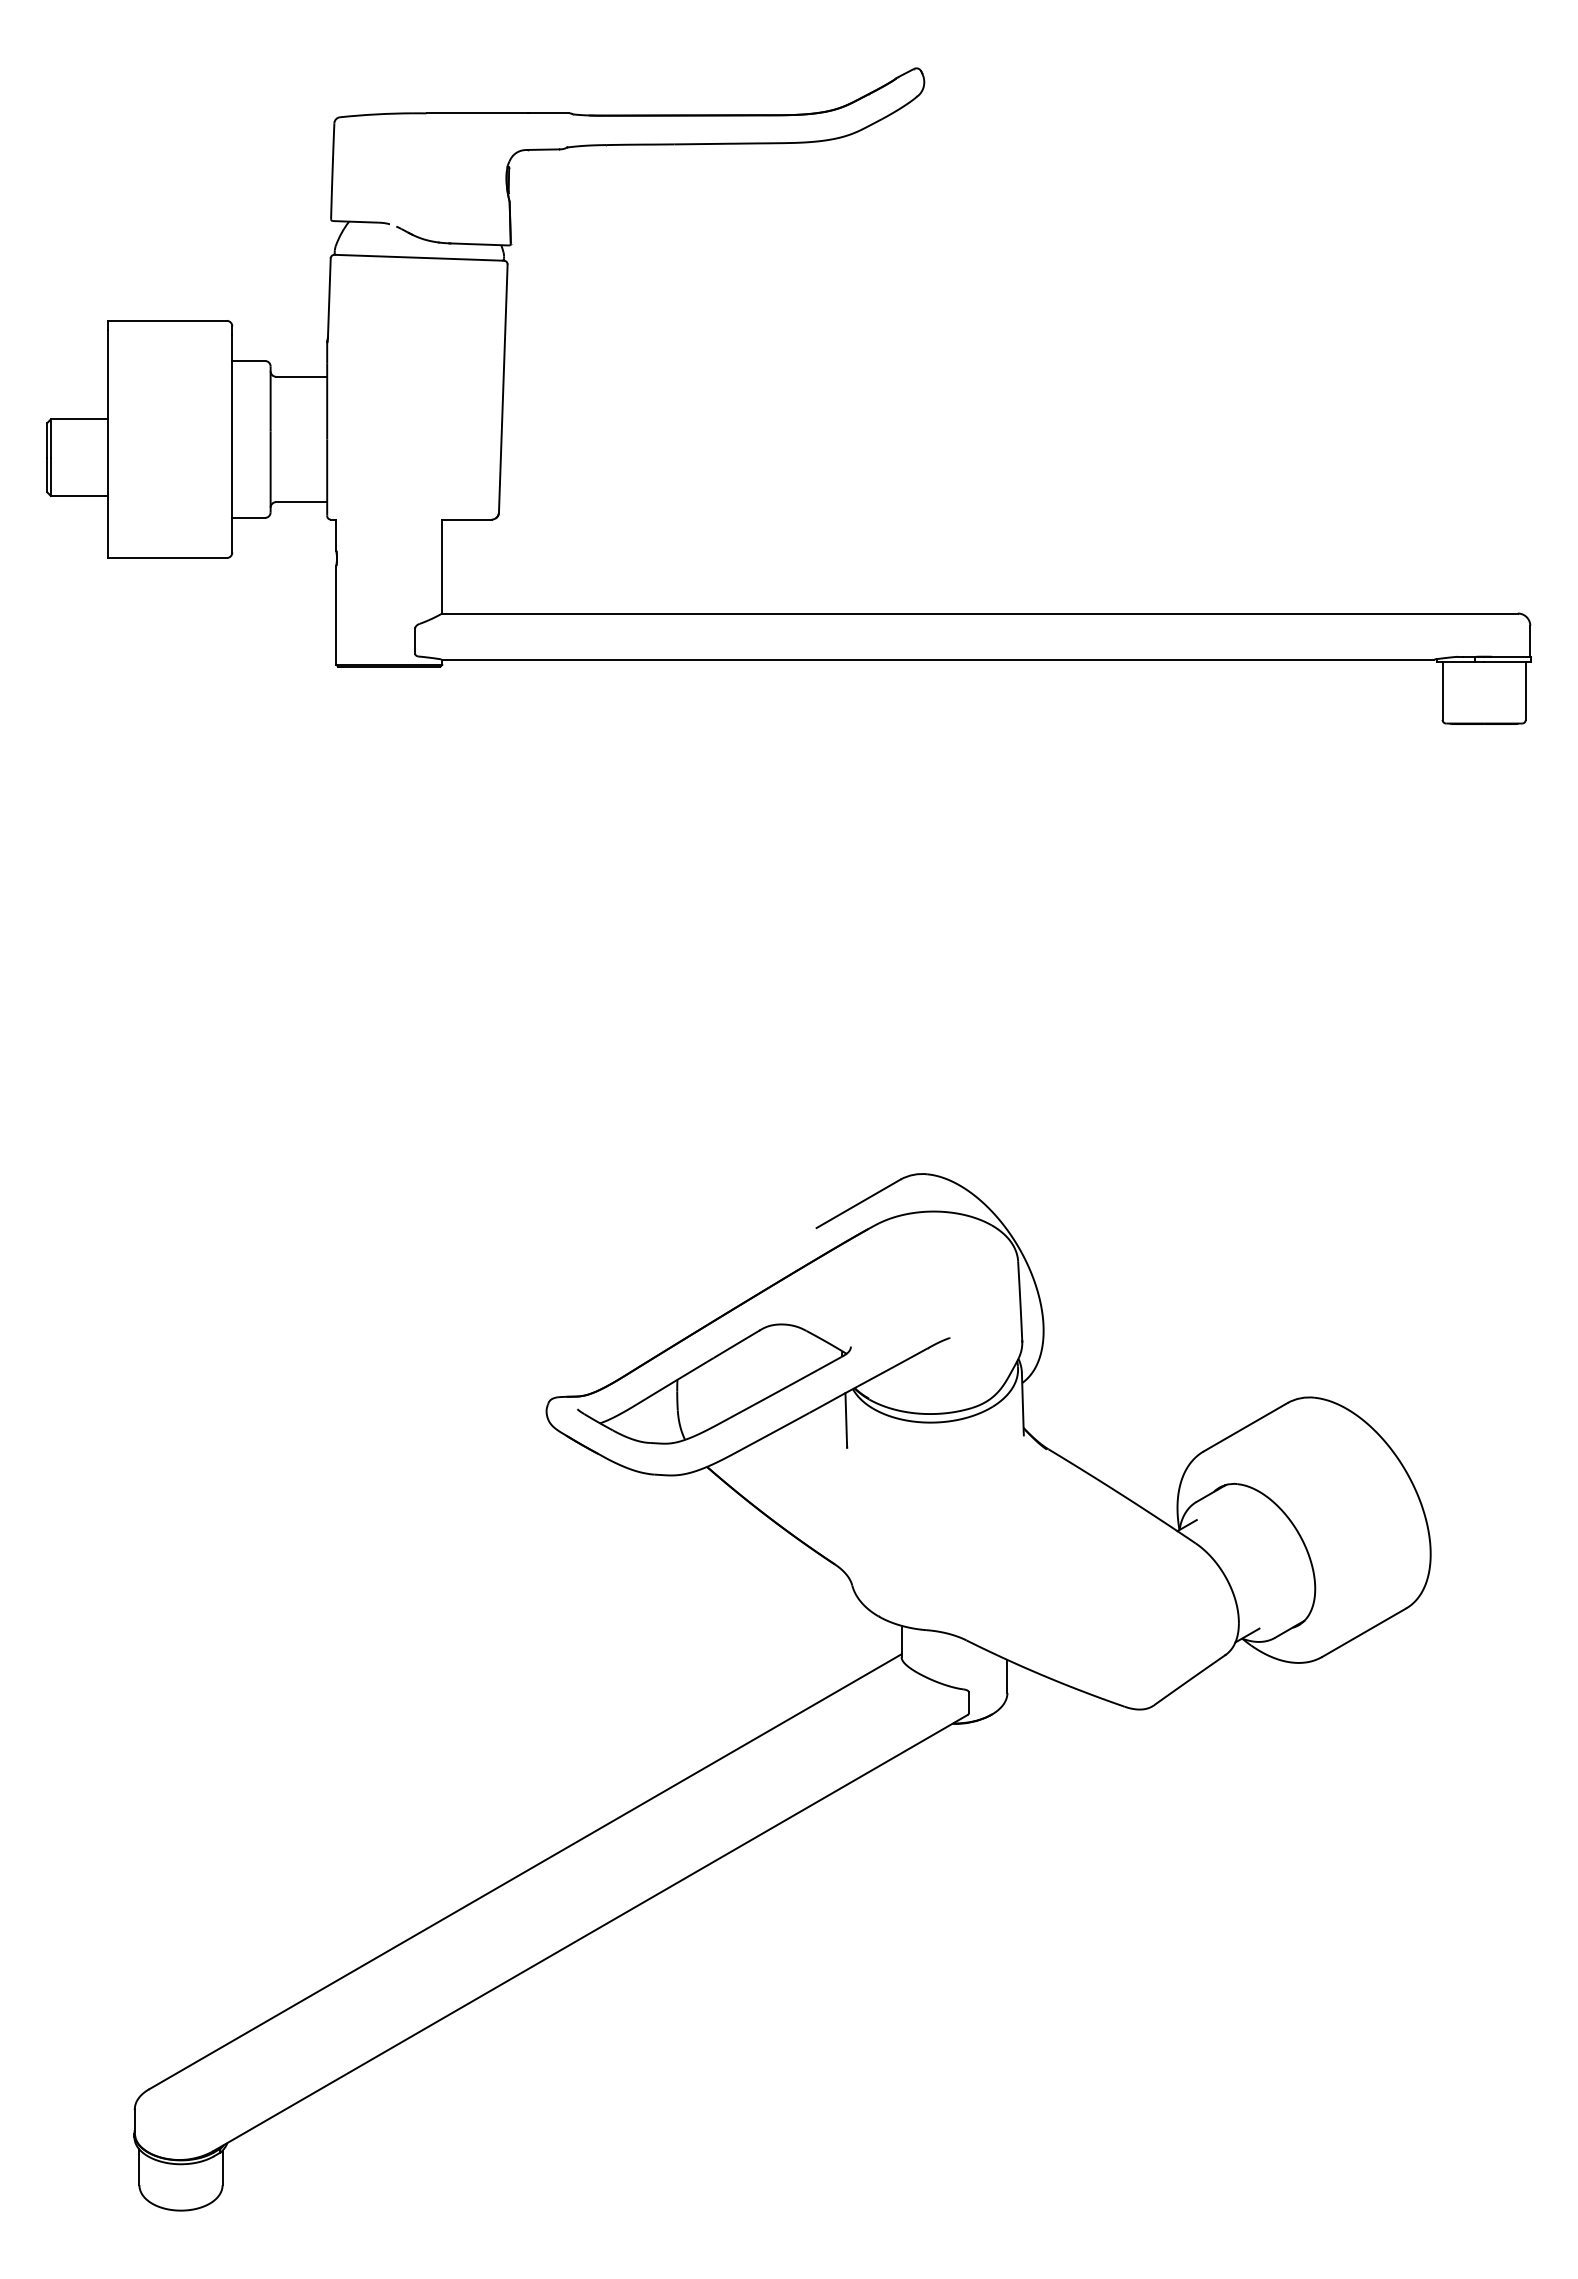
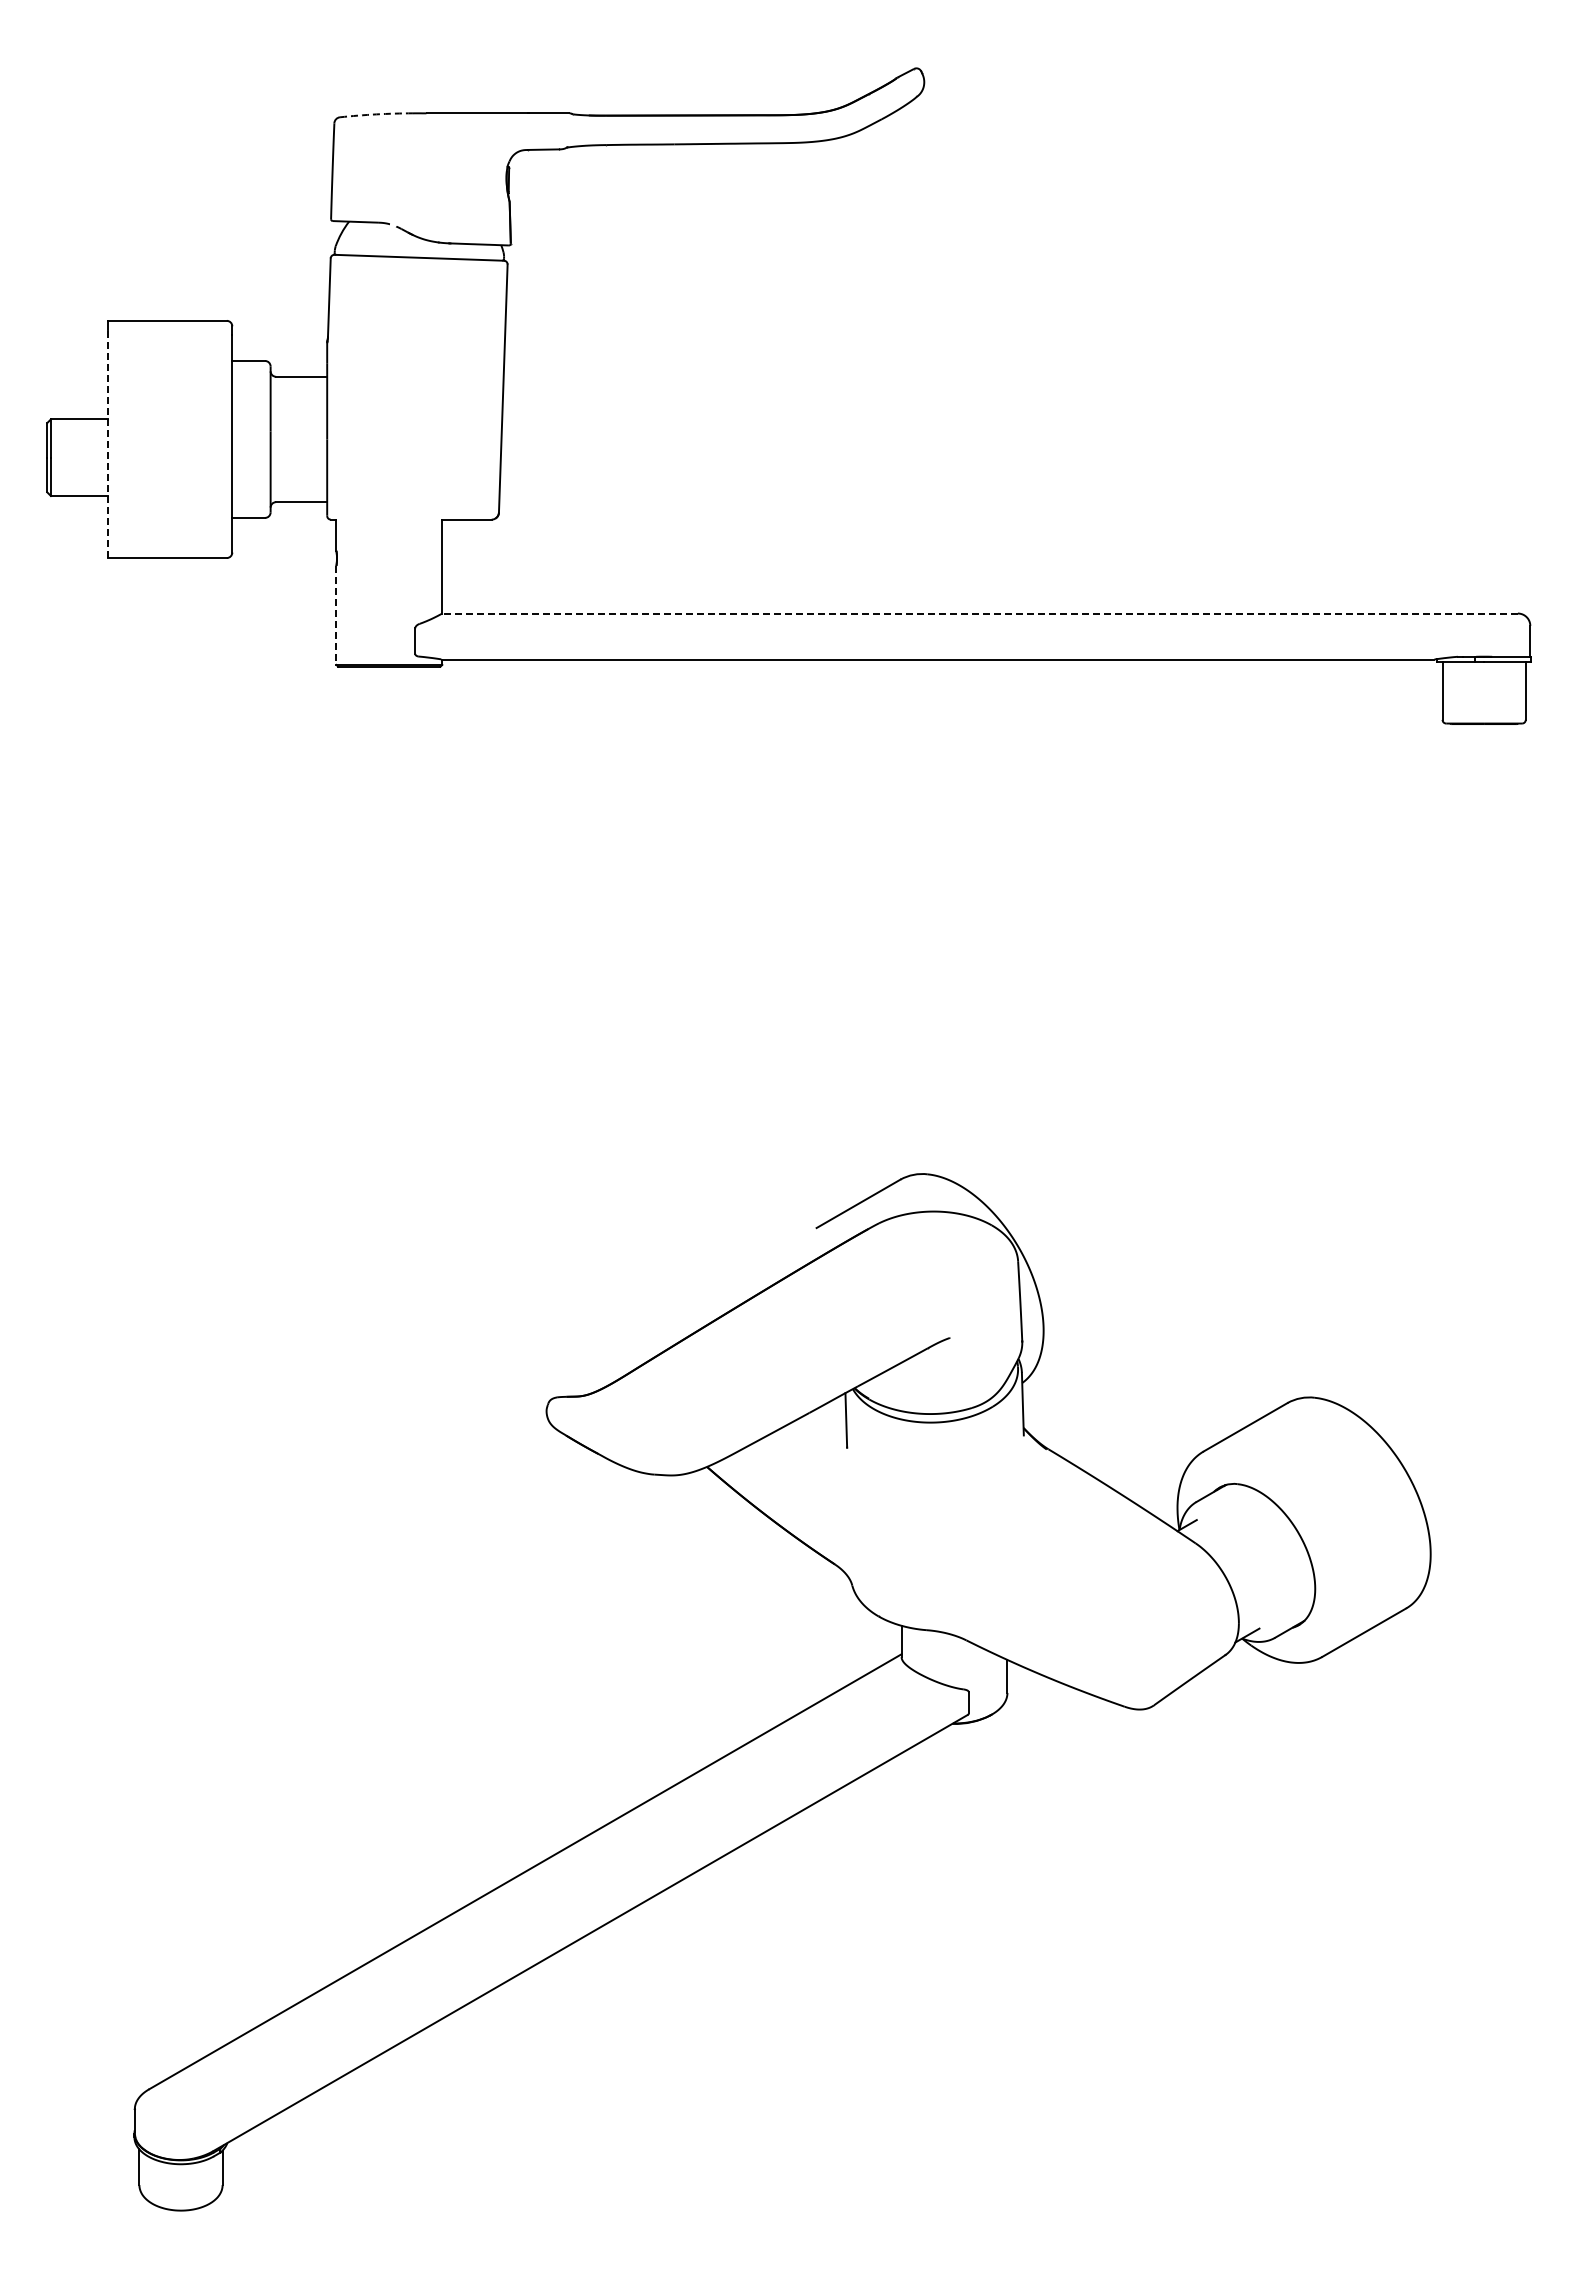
arc at (376, 114): solid -> dashed
line at (108, 443): solid -> dashed
line at (980, 613): solid -> dashed
line at (336, 616): solid -> dashed
part at (714, 1383): present -> none
